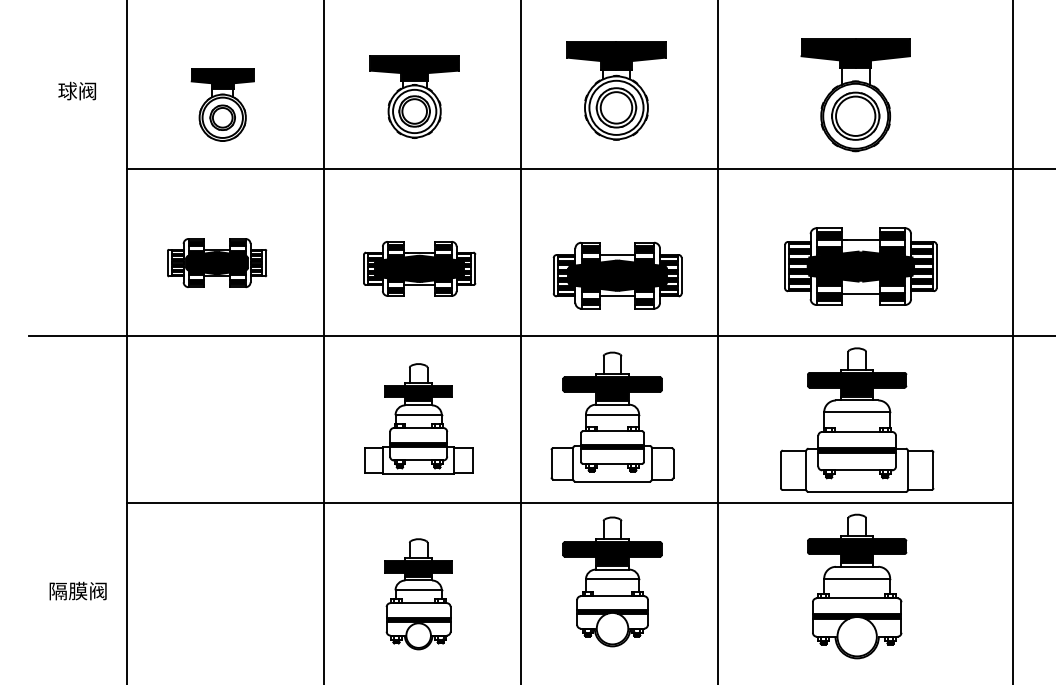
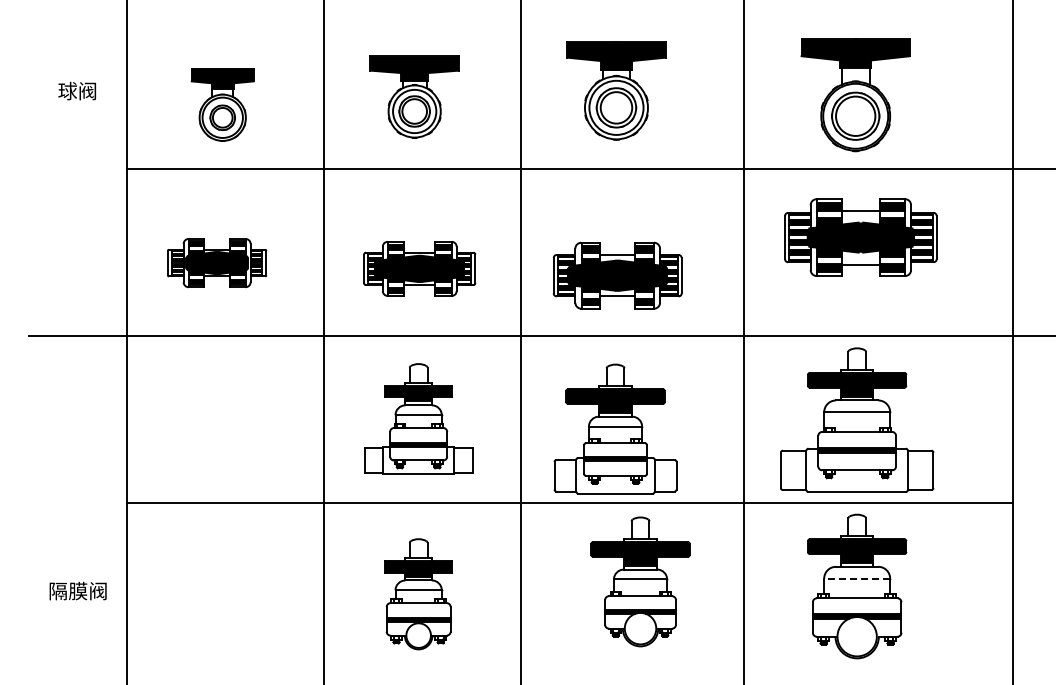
part at (860, 266) position: (860, 266) -> (860, 237)
line at (717, 341) position: (717, 341) -> (743, 341)
part at (612, 416) position: (612, 416) -> (615, 428)
line at (857, 578): solid -> dashed
part at (612, 581) position: (612, 581) -> (640, 581)
